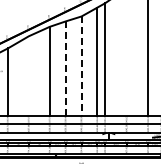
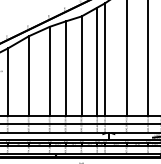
line at (126, 58): none -> present
line at (81, 66): dashed -> solid
line at (65, 69): dashed -> solid
line at (28, 75): none -> present
